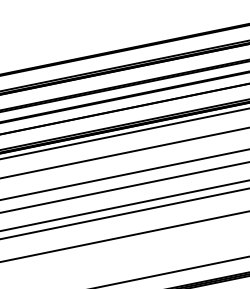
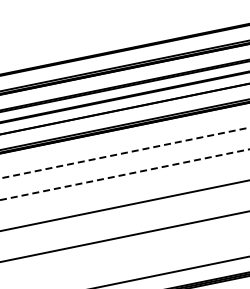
line at (124, 133): present -> none
line at (124, 153): solid -> dashed
line at (125, 174): solid -> dashed
line at (124, 187): present -> none
line at (124, 213): present -> none
